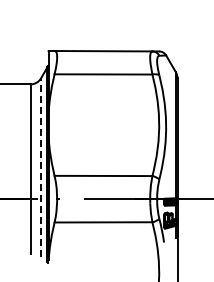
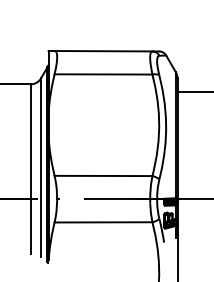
line at (193, 92): none -> present
line at (41, 167): dashed -> solid
